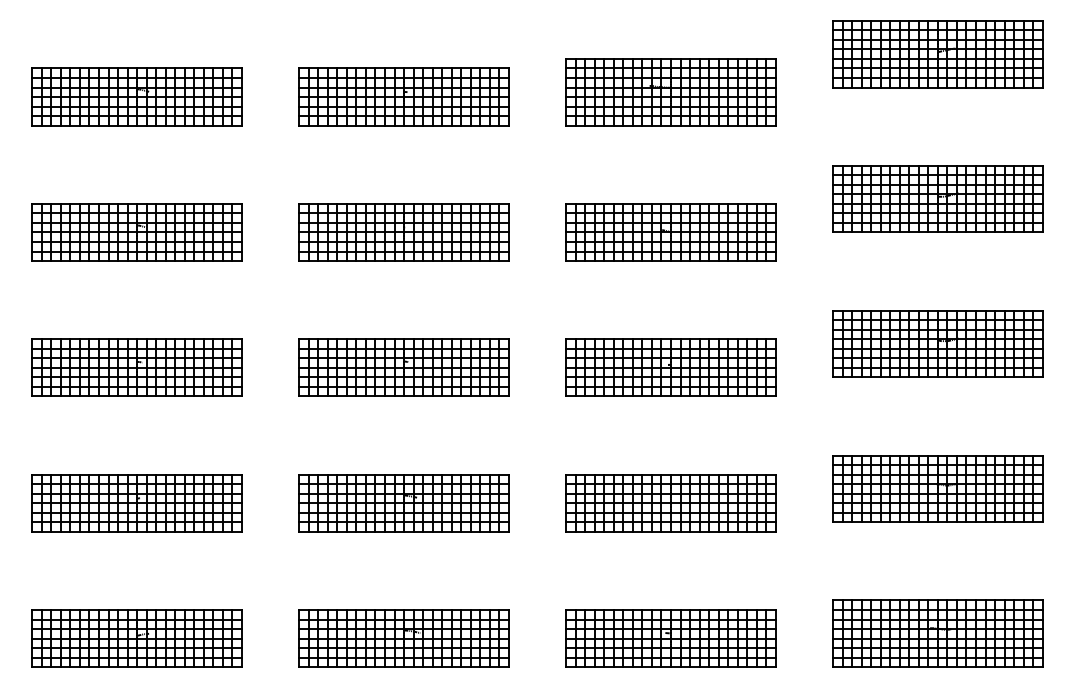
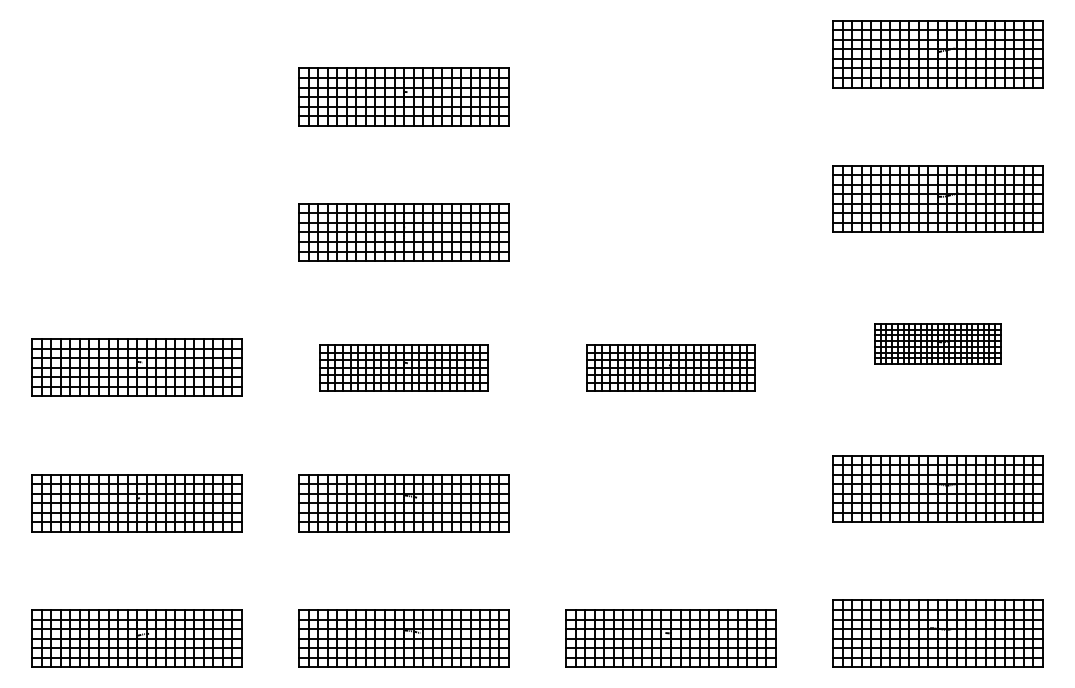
part at (670, 92): present -> none
part at (136, 96): present -> none
part at (136, 232): present -> none
part at (670, 232): present -> none
part at (937, 343) size: 212x68 px -> 128x42 px
part at (403, 367) size: 212x59 px -> 170x48 px
part at (670, 367) size: 212x59 px -> 170x48 px
part at (670, 503): present -> none
